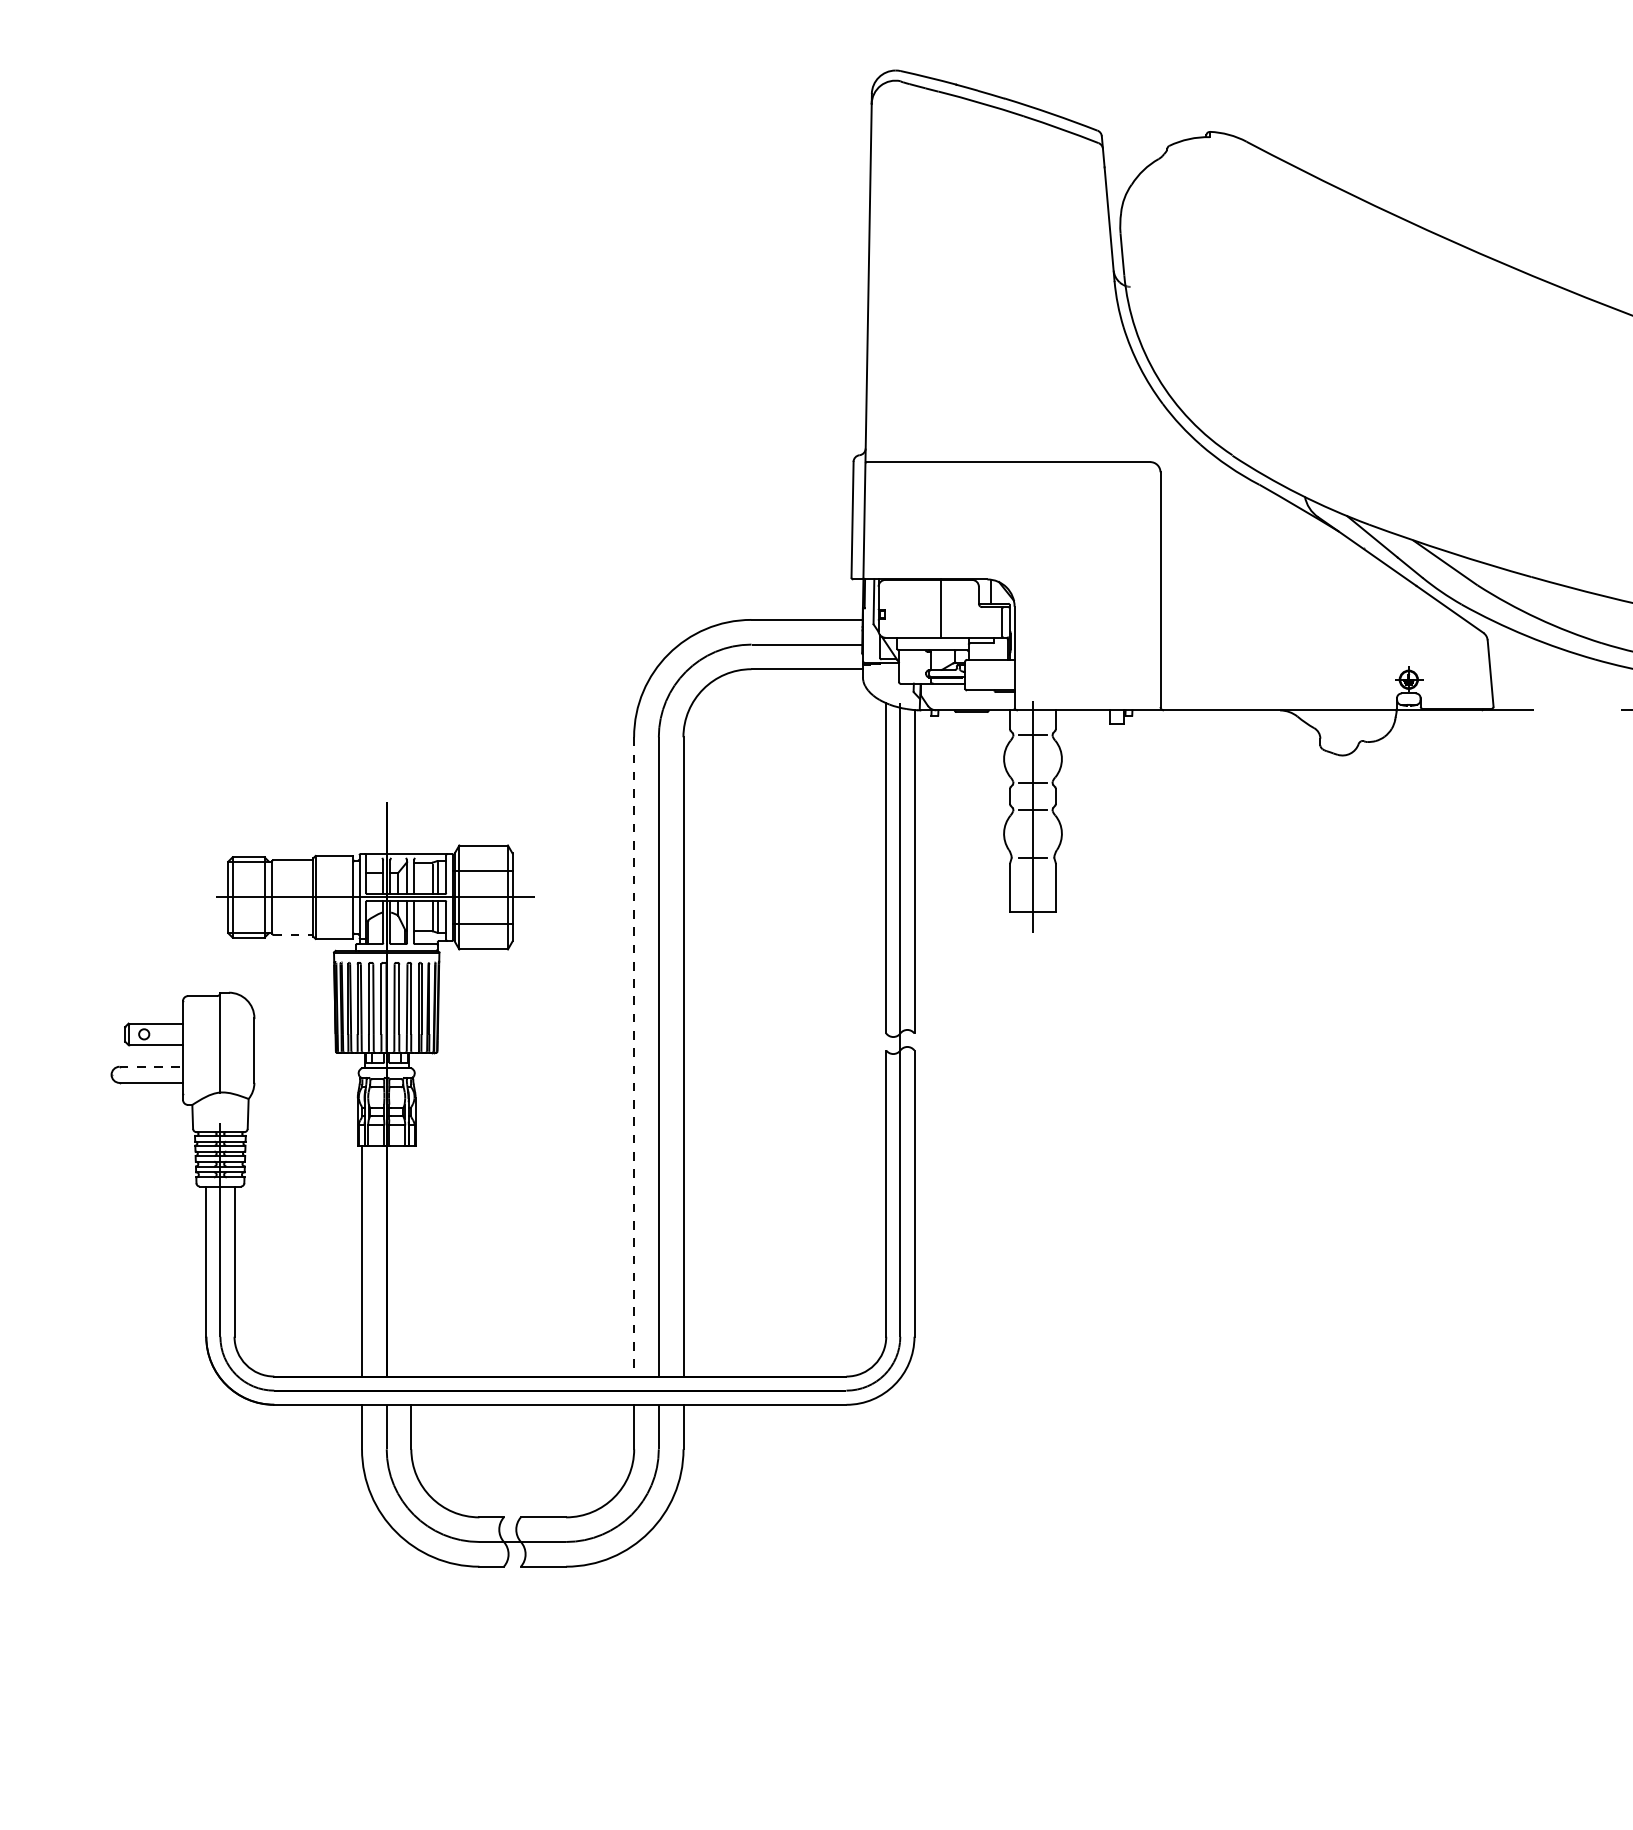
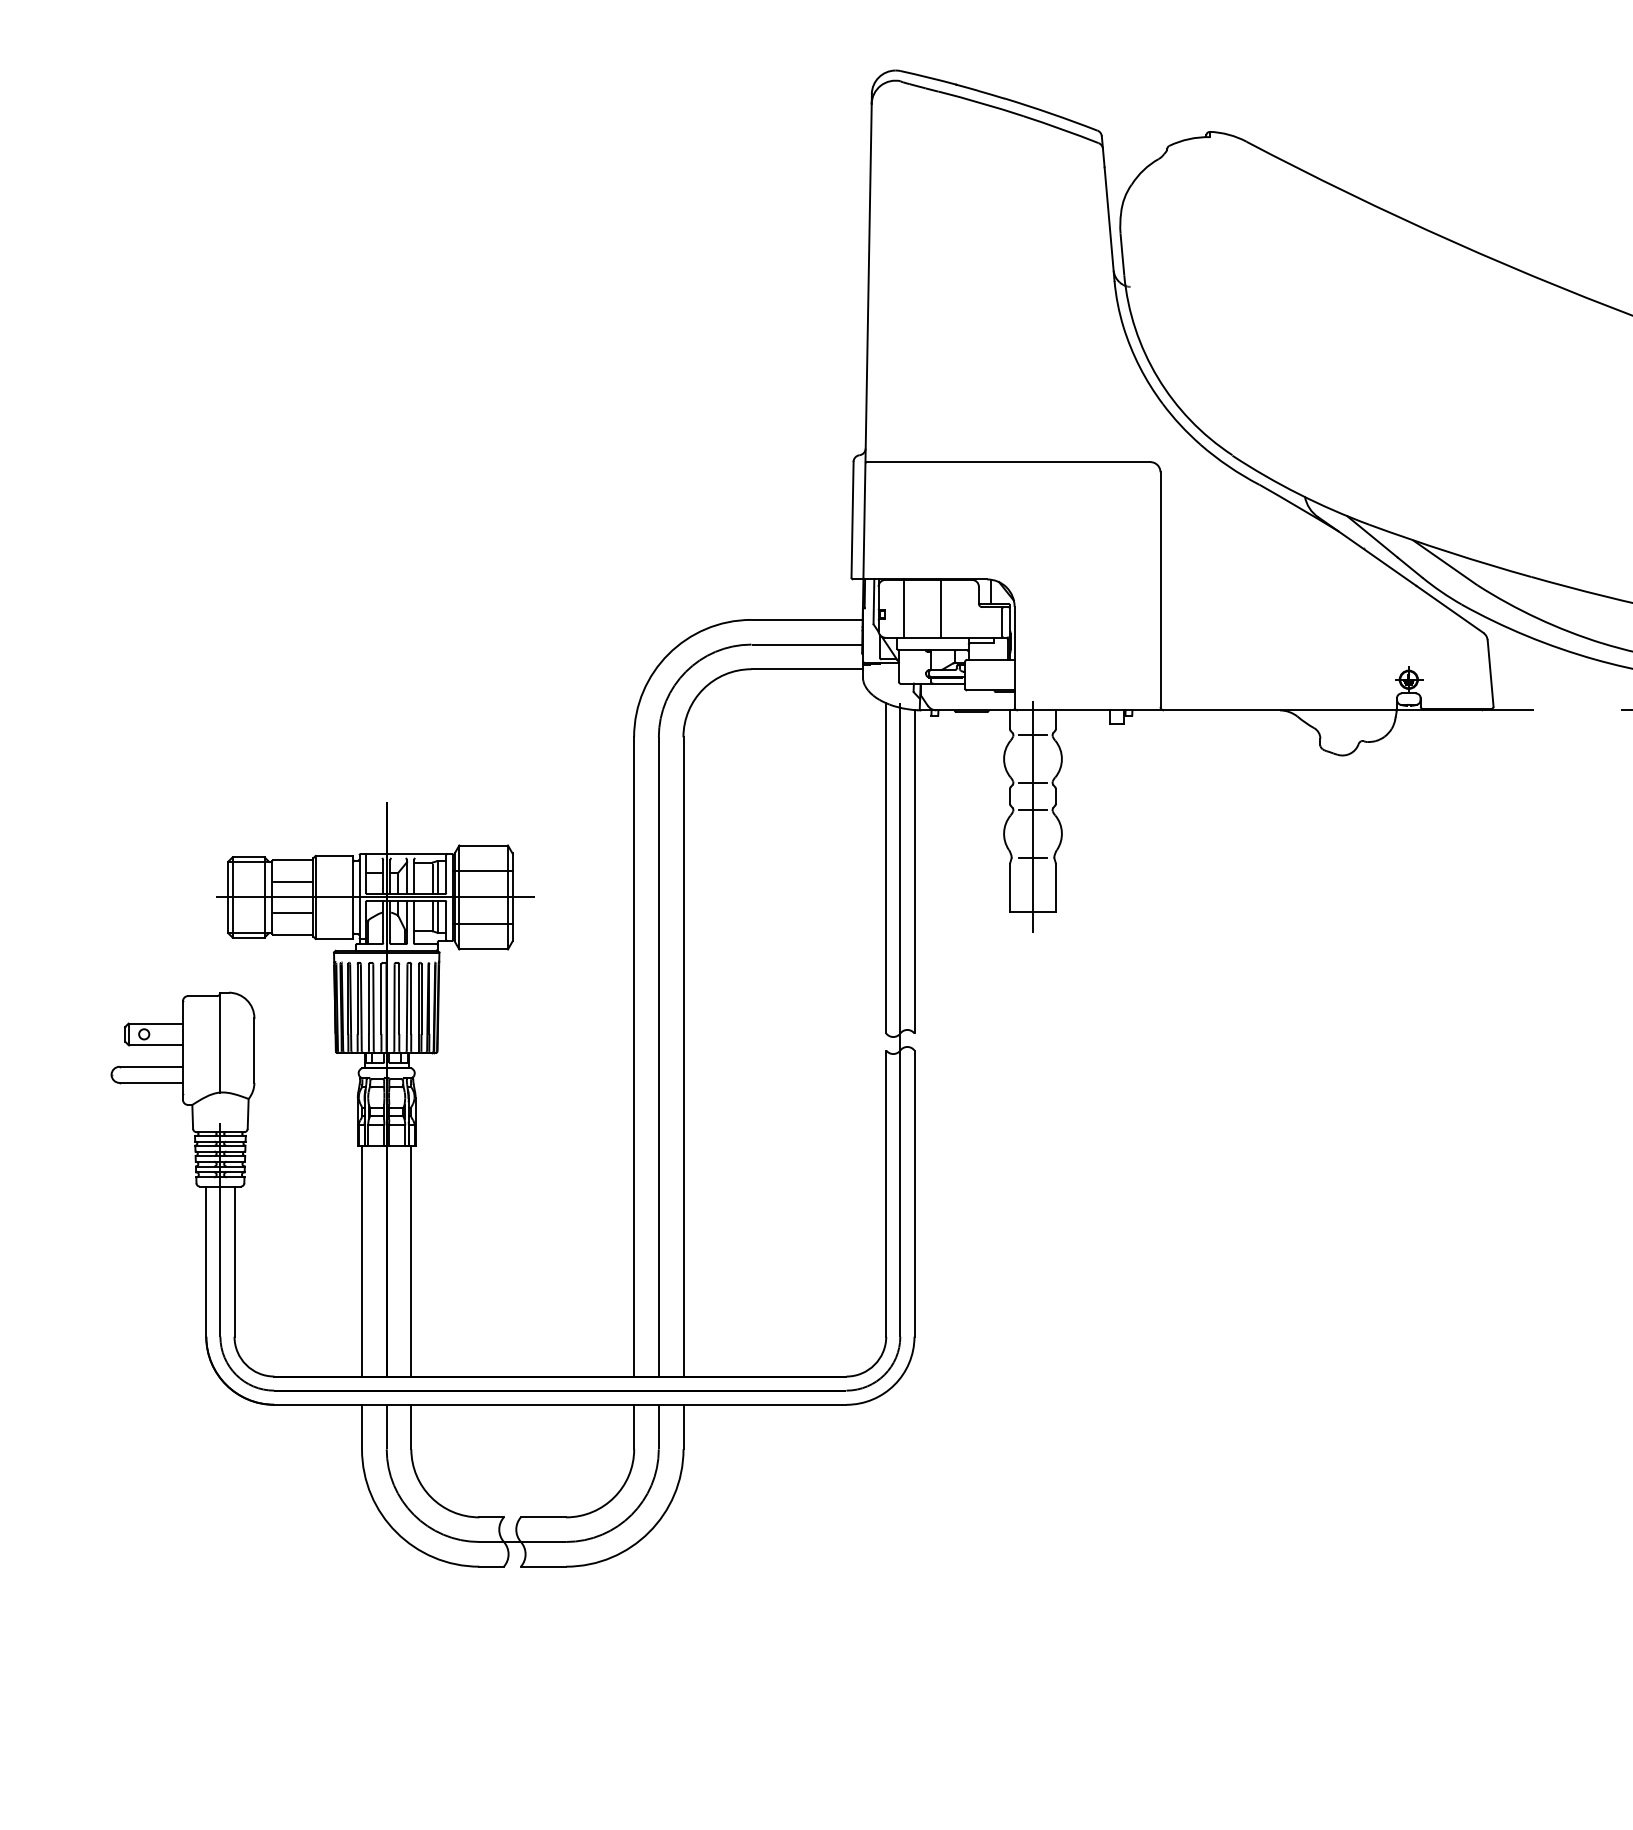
line at (903, 608): none -> present
line at (292, 881): none -> present
line at (292, 912): none -> present
line at (293, 934): dashed -> solid
line at (634, 1056): dashed -> solid
line at (151, 1066): dashed -> solid
line at (411, 1261): none -> present
